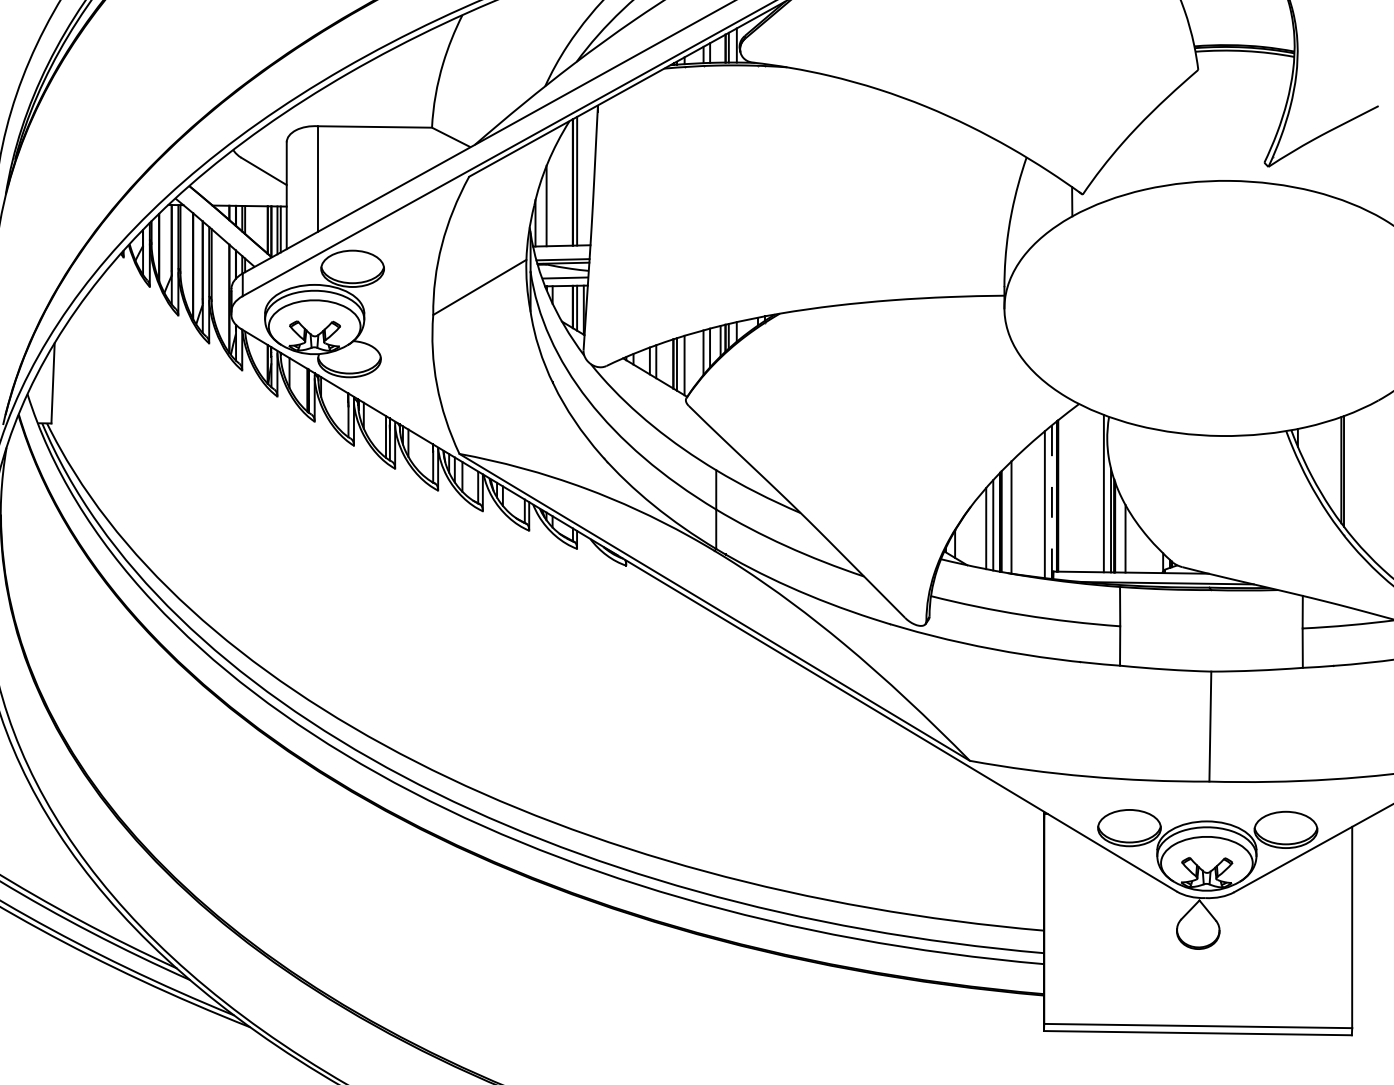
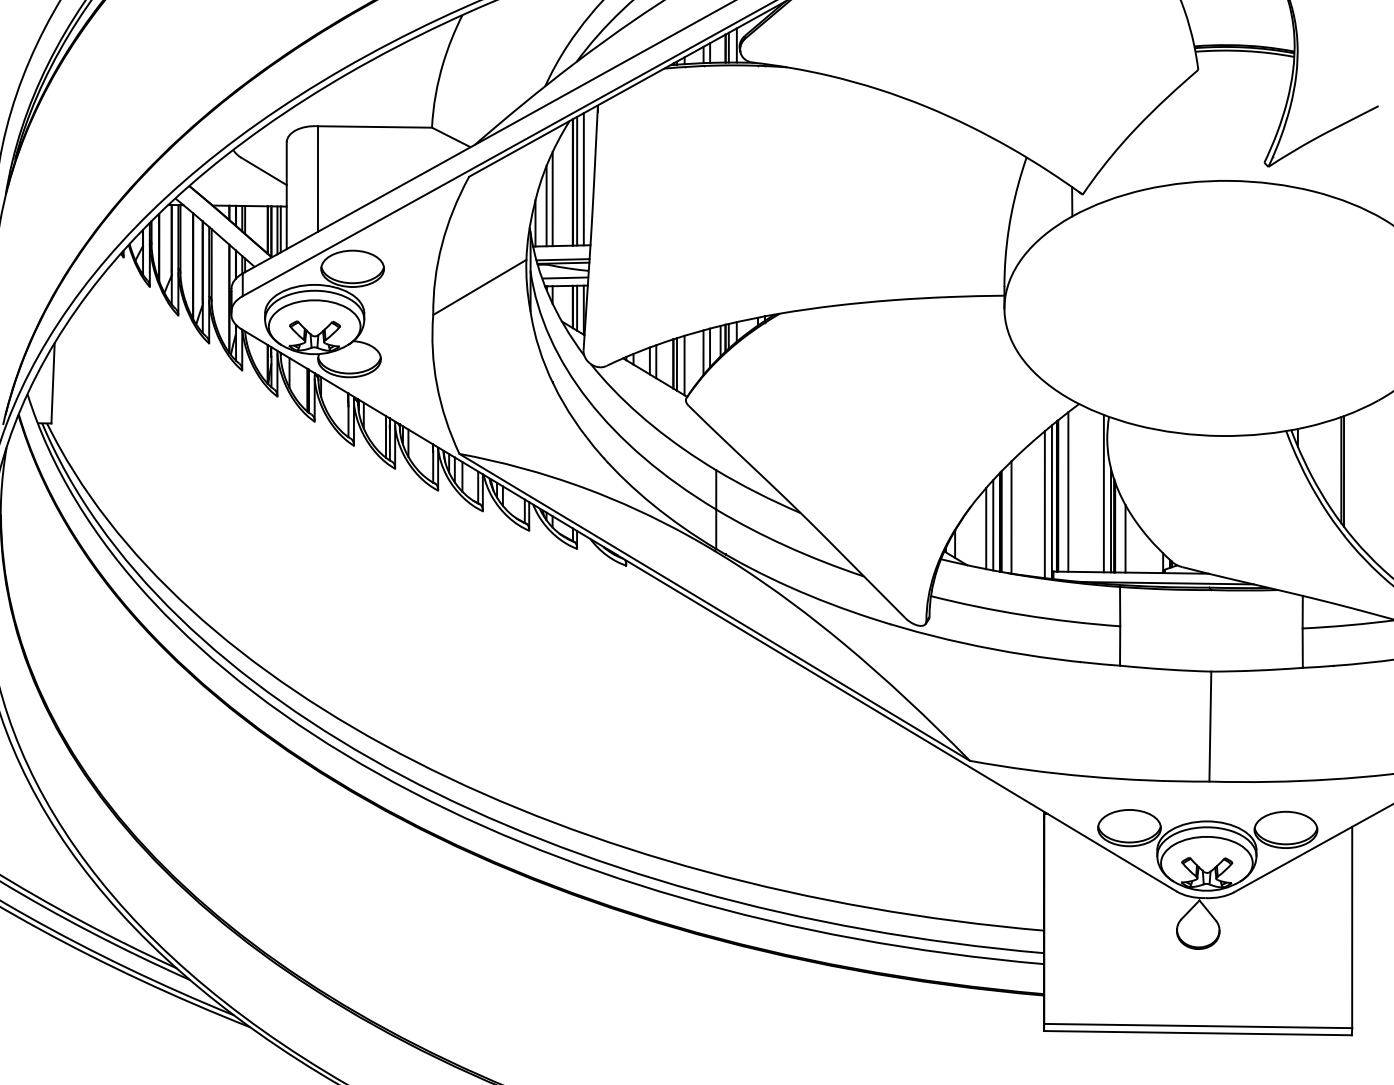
line at (583, 179): none -> present
line at (552, 198): none -> present
line at (1068, 491): none -> present
line at (1051, 502): dashed -> solid
